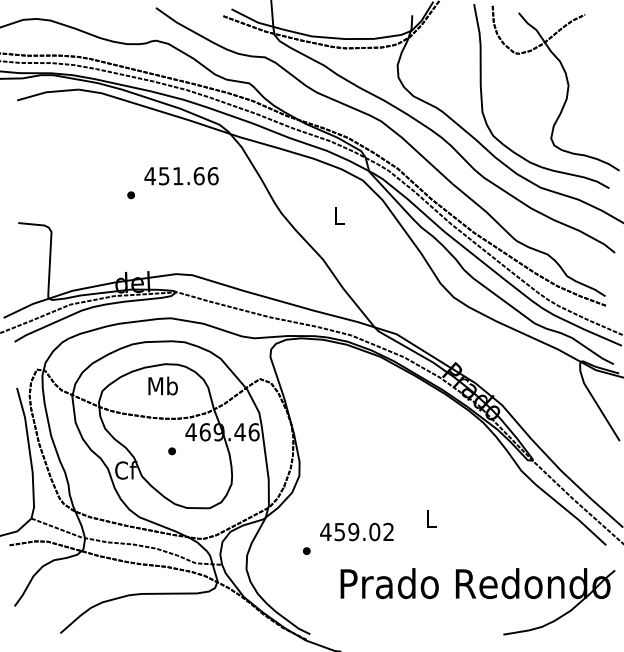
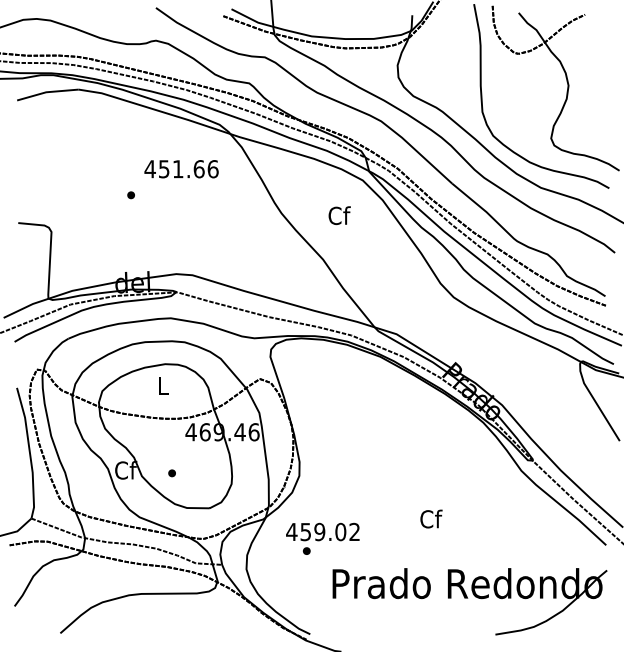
text at (181, 176) position: (181, 176) -> (181, 169)
text at (339, 215): L -> Cf
text at (162, 385): Mb -> L
part at (171, 451) position: (171, 451) -> (171, 473)
text at (431, 518): L -> Cf
text at (356, 531) position: (356, 531) -> (322, 531)
part at (477, 601) position: (477, 601) -> (469, 601)
